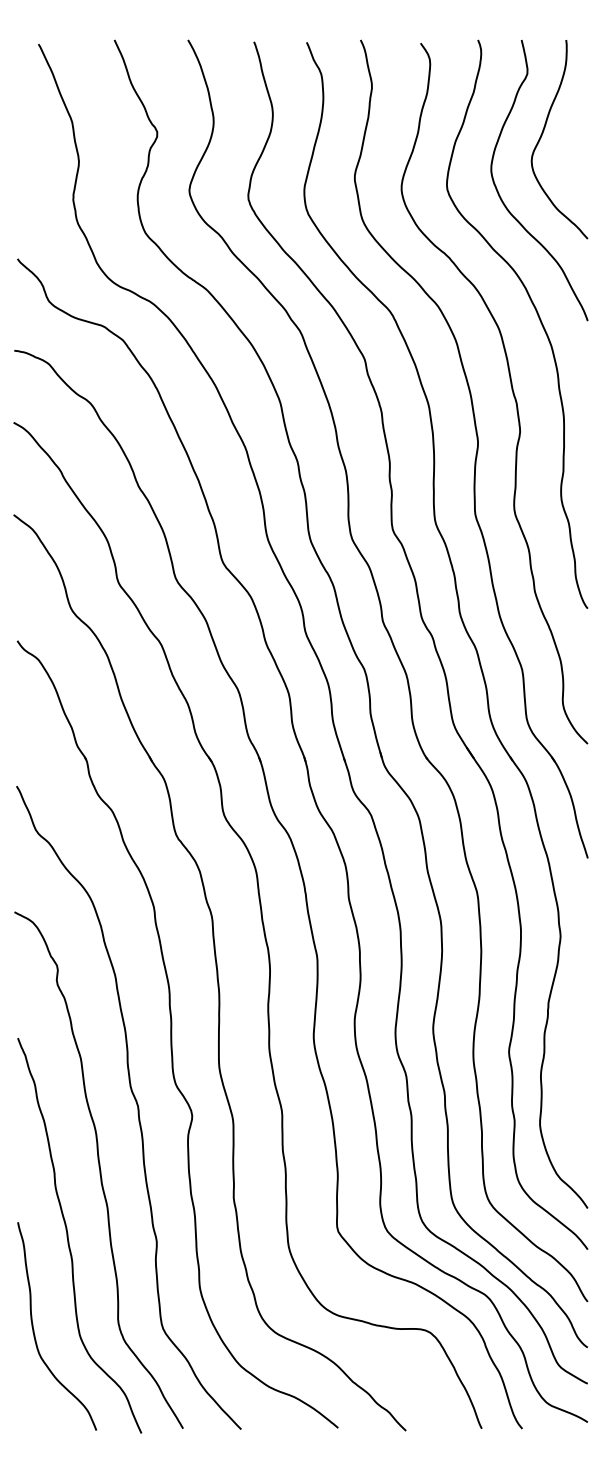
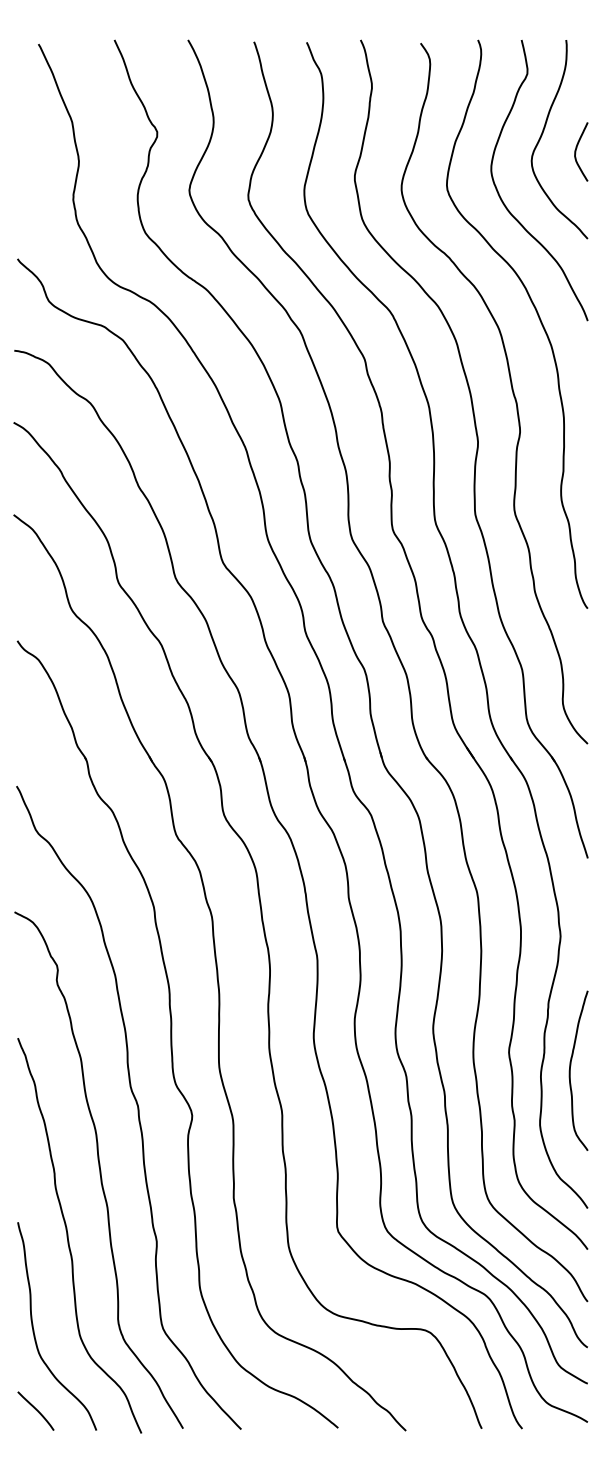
curve at (577, 148): none -> present
curve at (570, 1070): none -> present
curve at (35, 1409): none -> present
